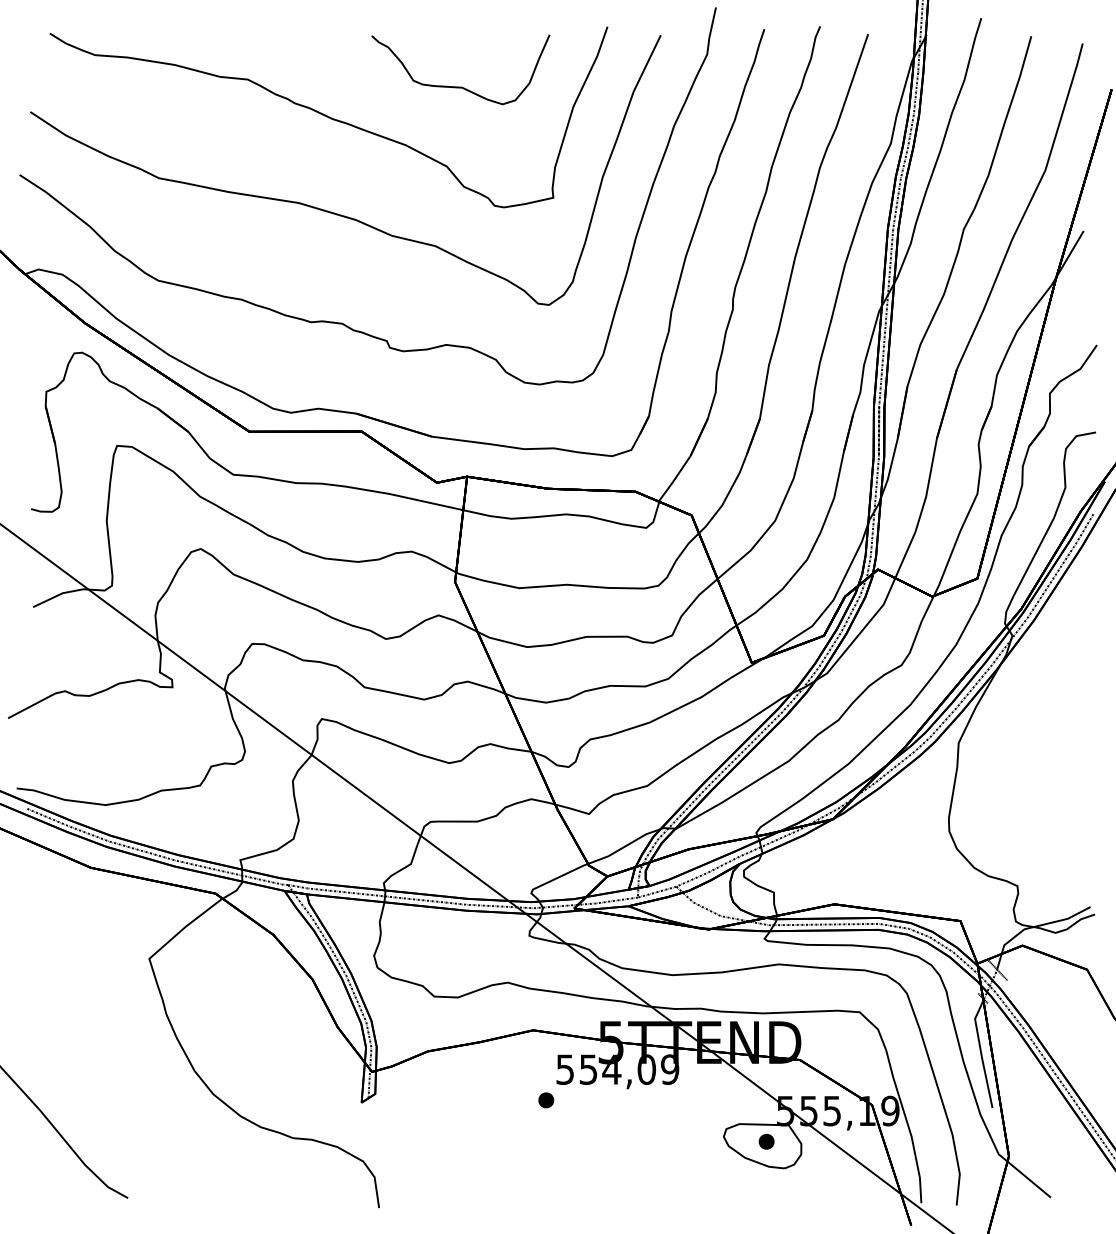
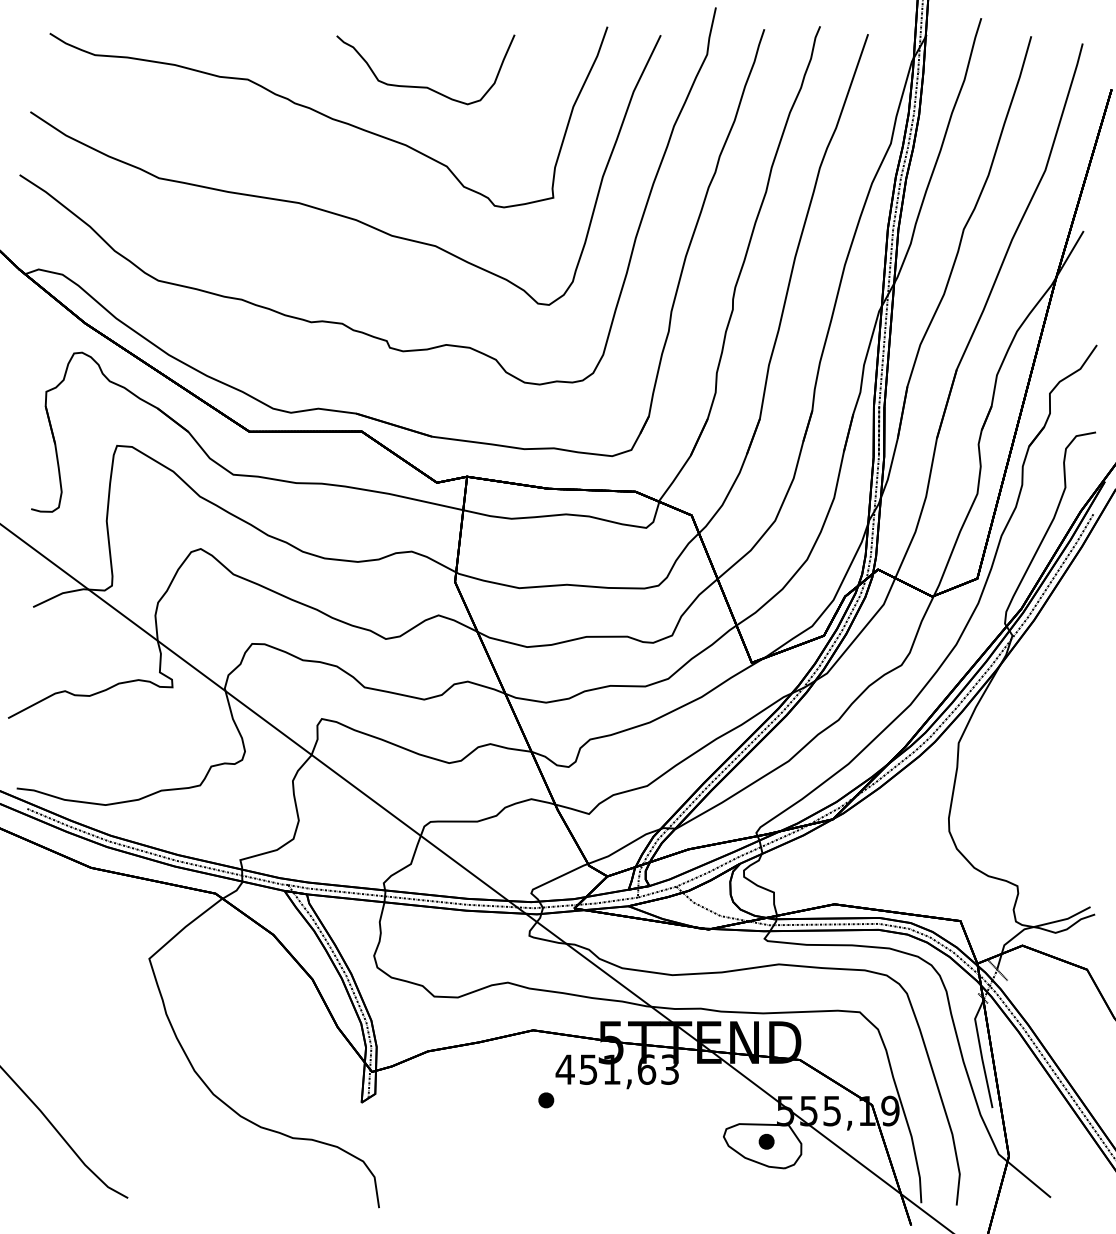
part at (460, 86) position: (460, 86) -> (425, 86)
text at (617, 1069): 554,09 -> 451,63
